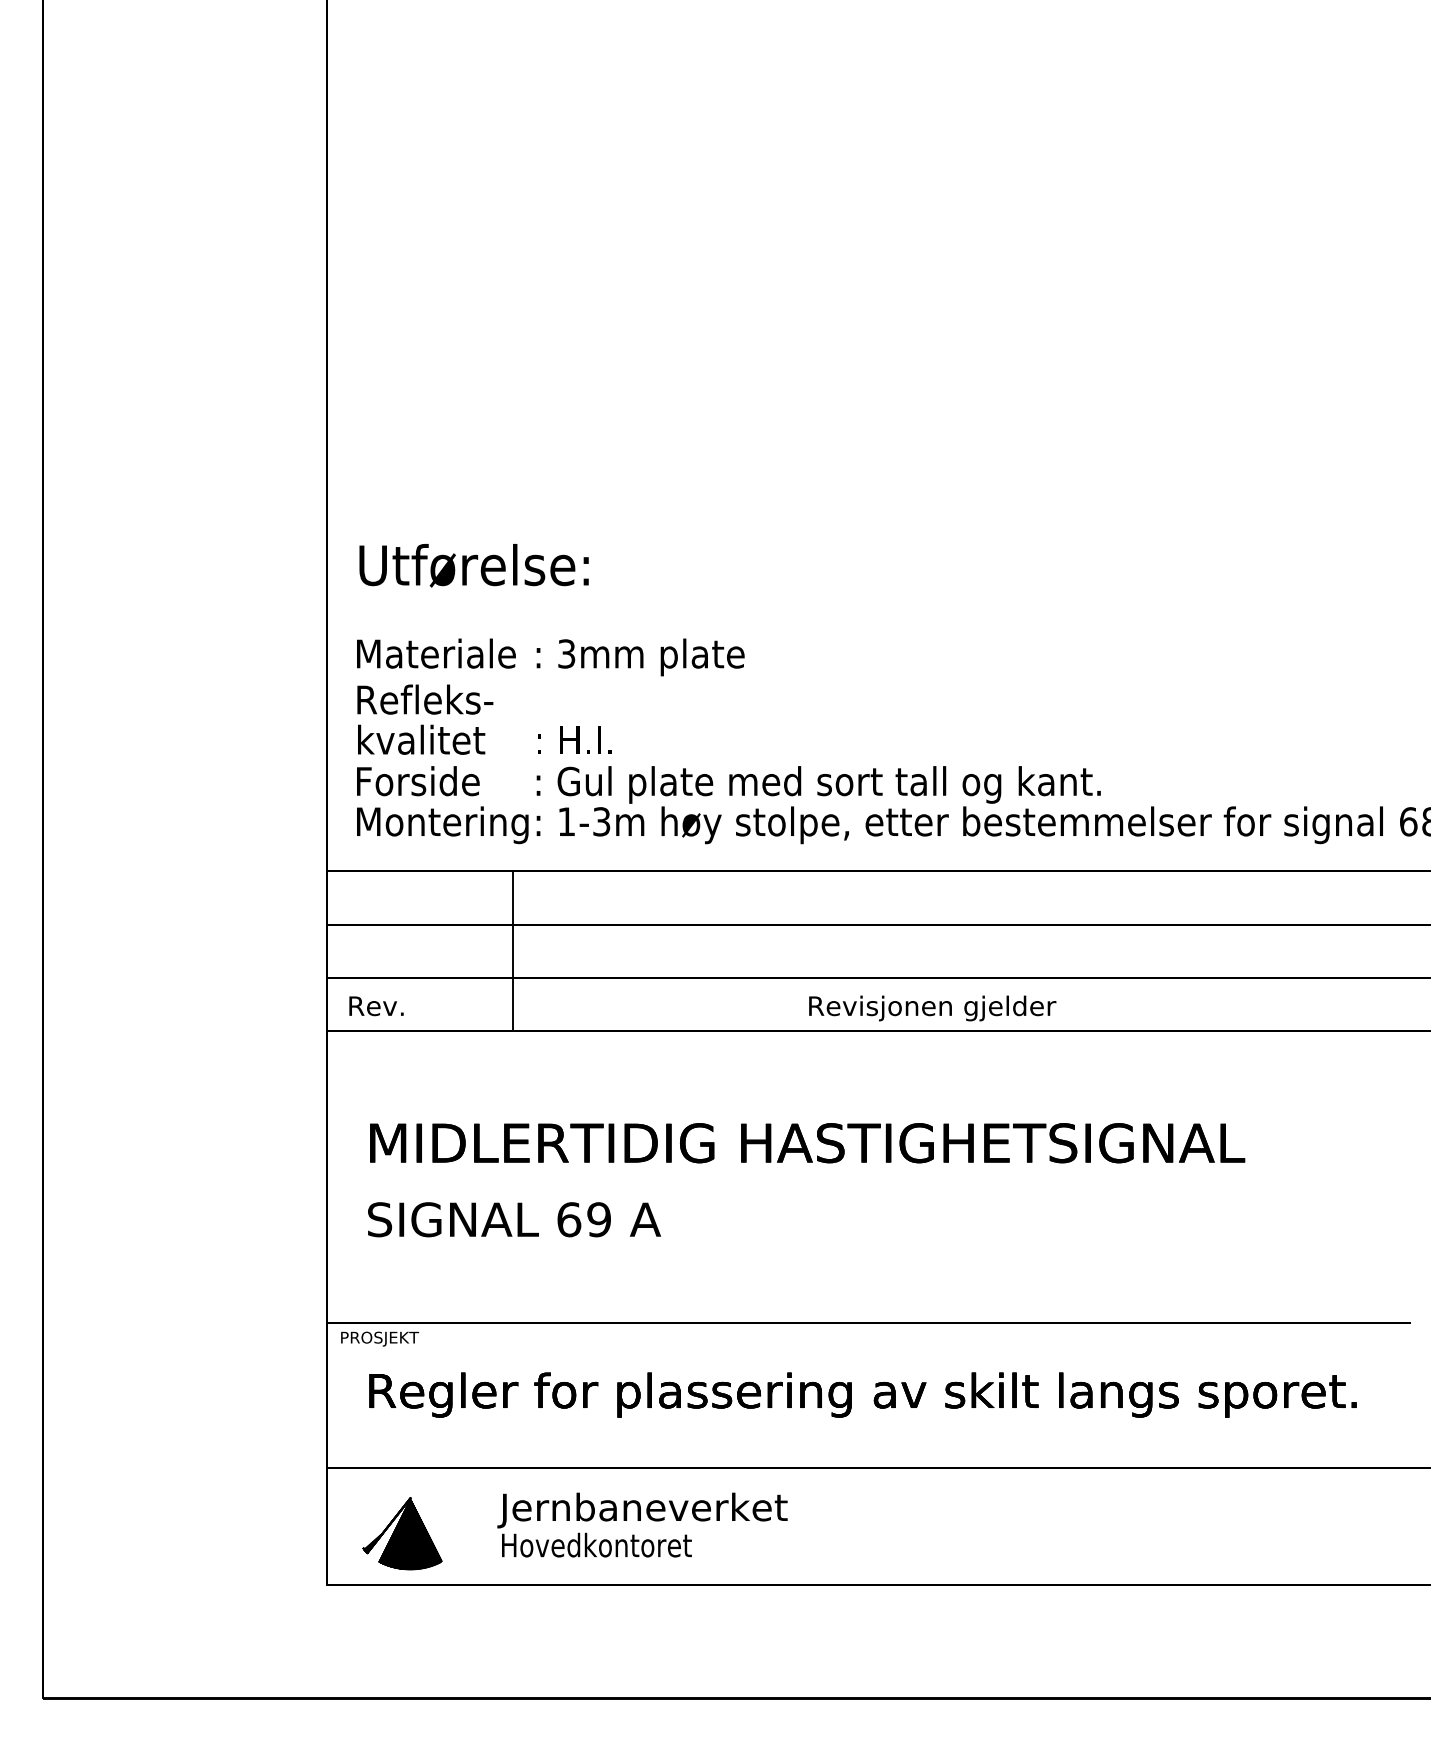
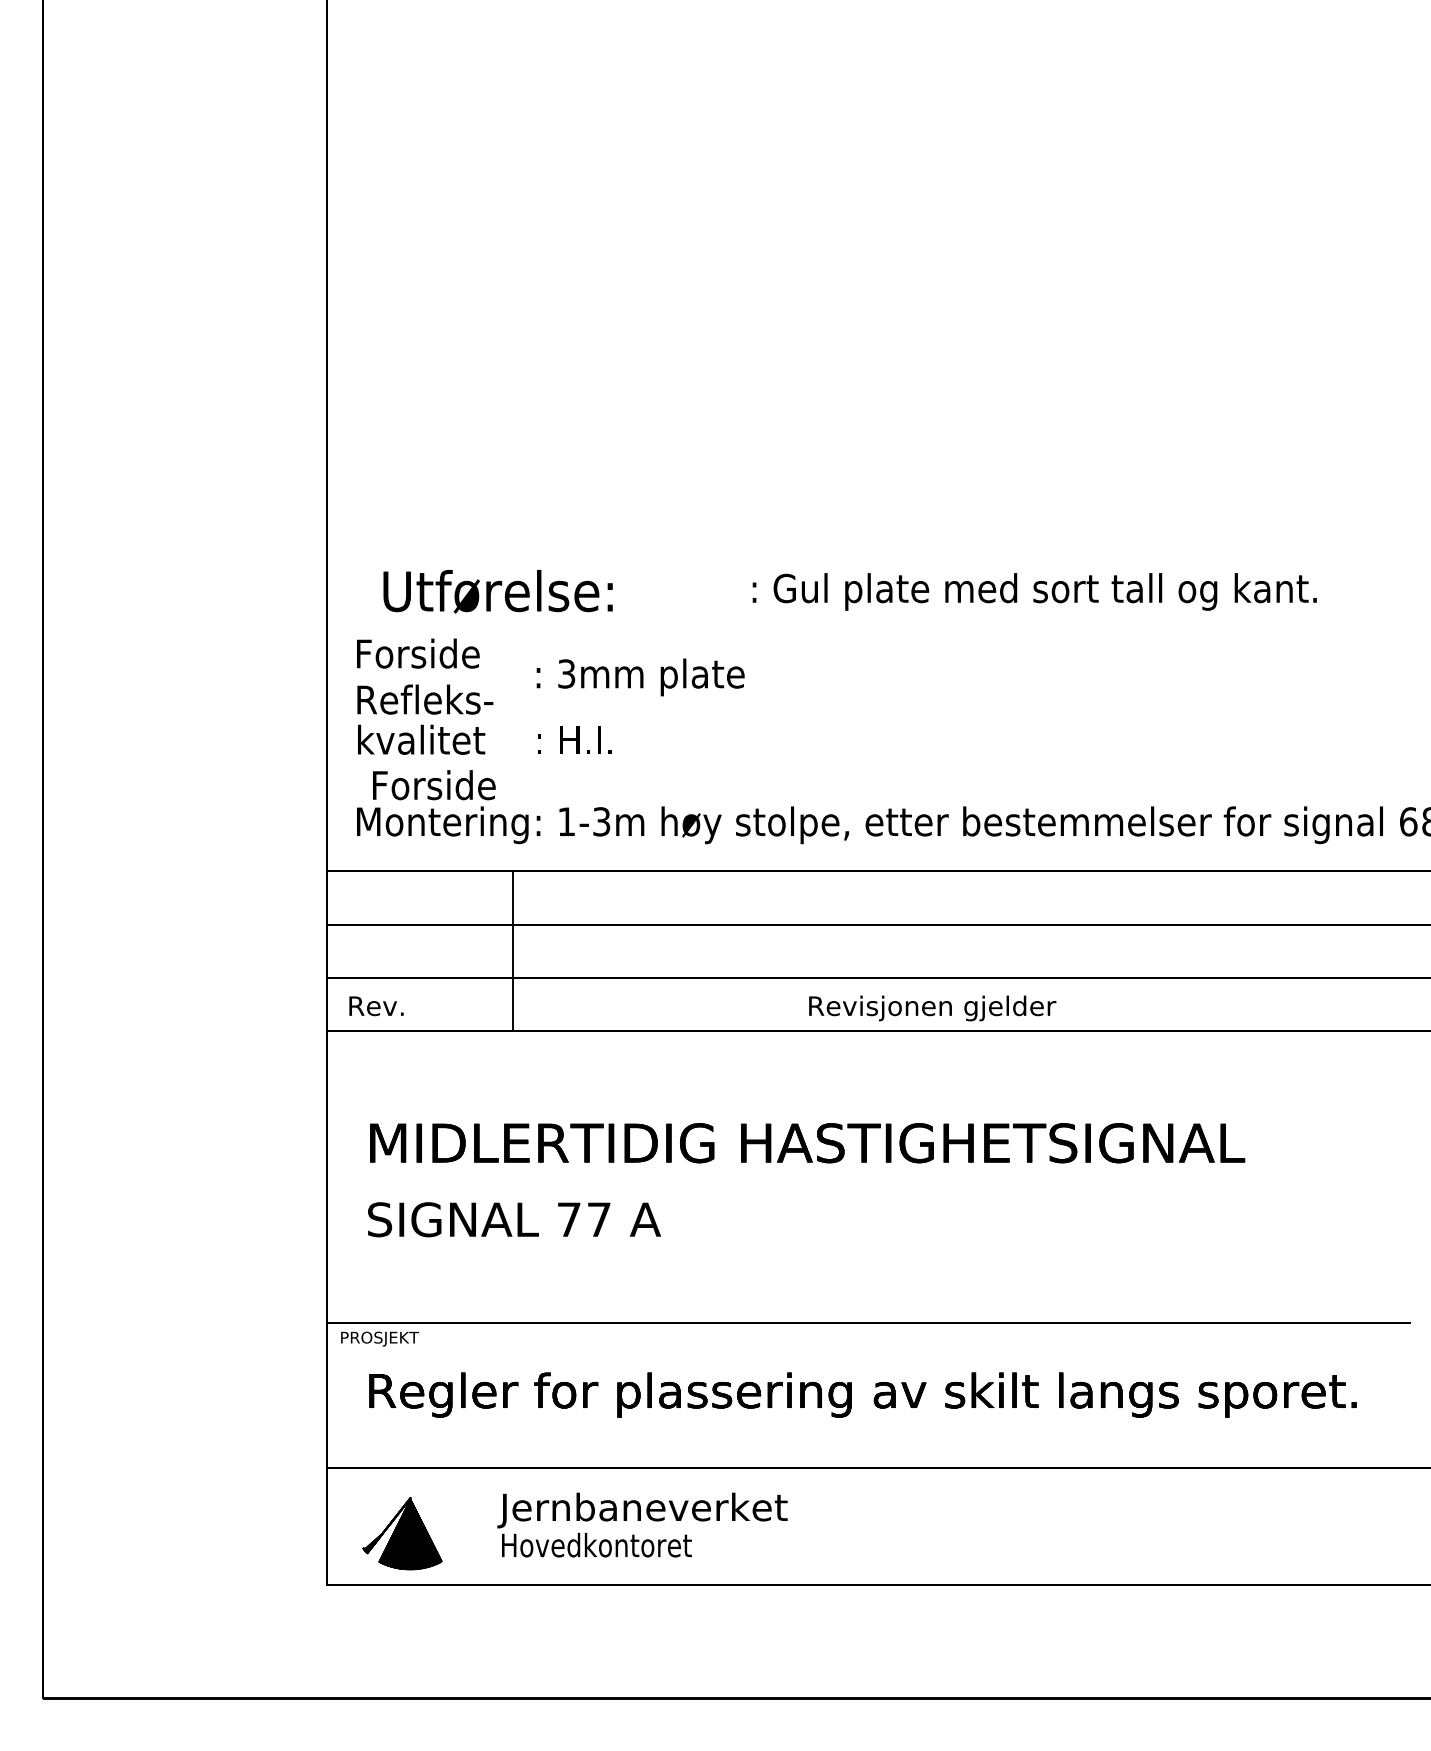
text at (473, 565) position: (473, 565) -> (497, 591)
text at (437, 653): Materiale -> Forside
text at (640, 657) position: (640, 657) -> (640, 677)
text at (418, 781) position: (418, 781) -> (434, 785)
text at (818, 784) position: (818, 784) -> (1034, 591)
text at (583, 1219): 69 -> 77
